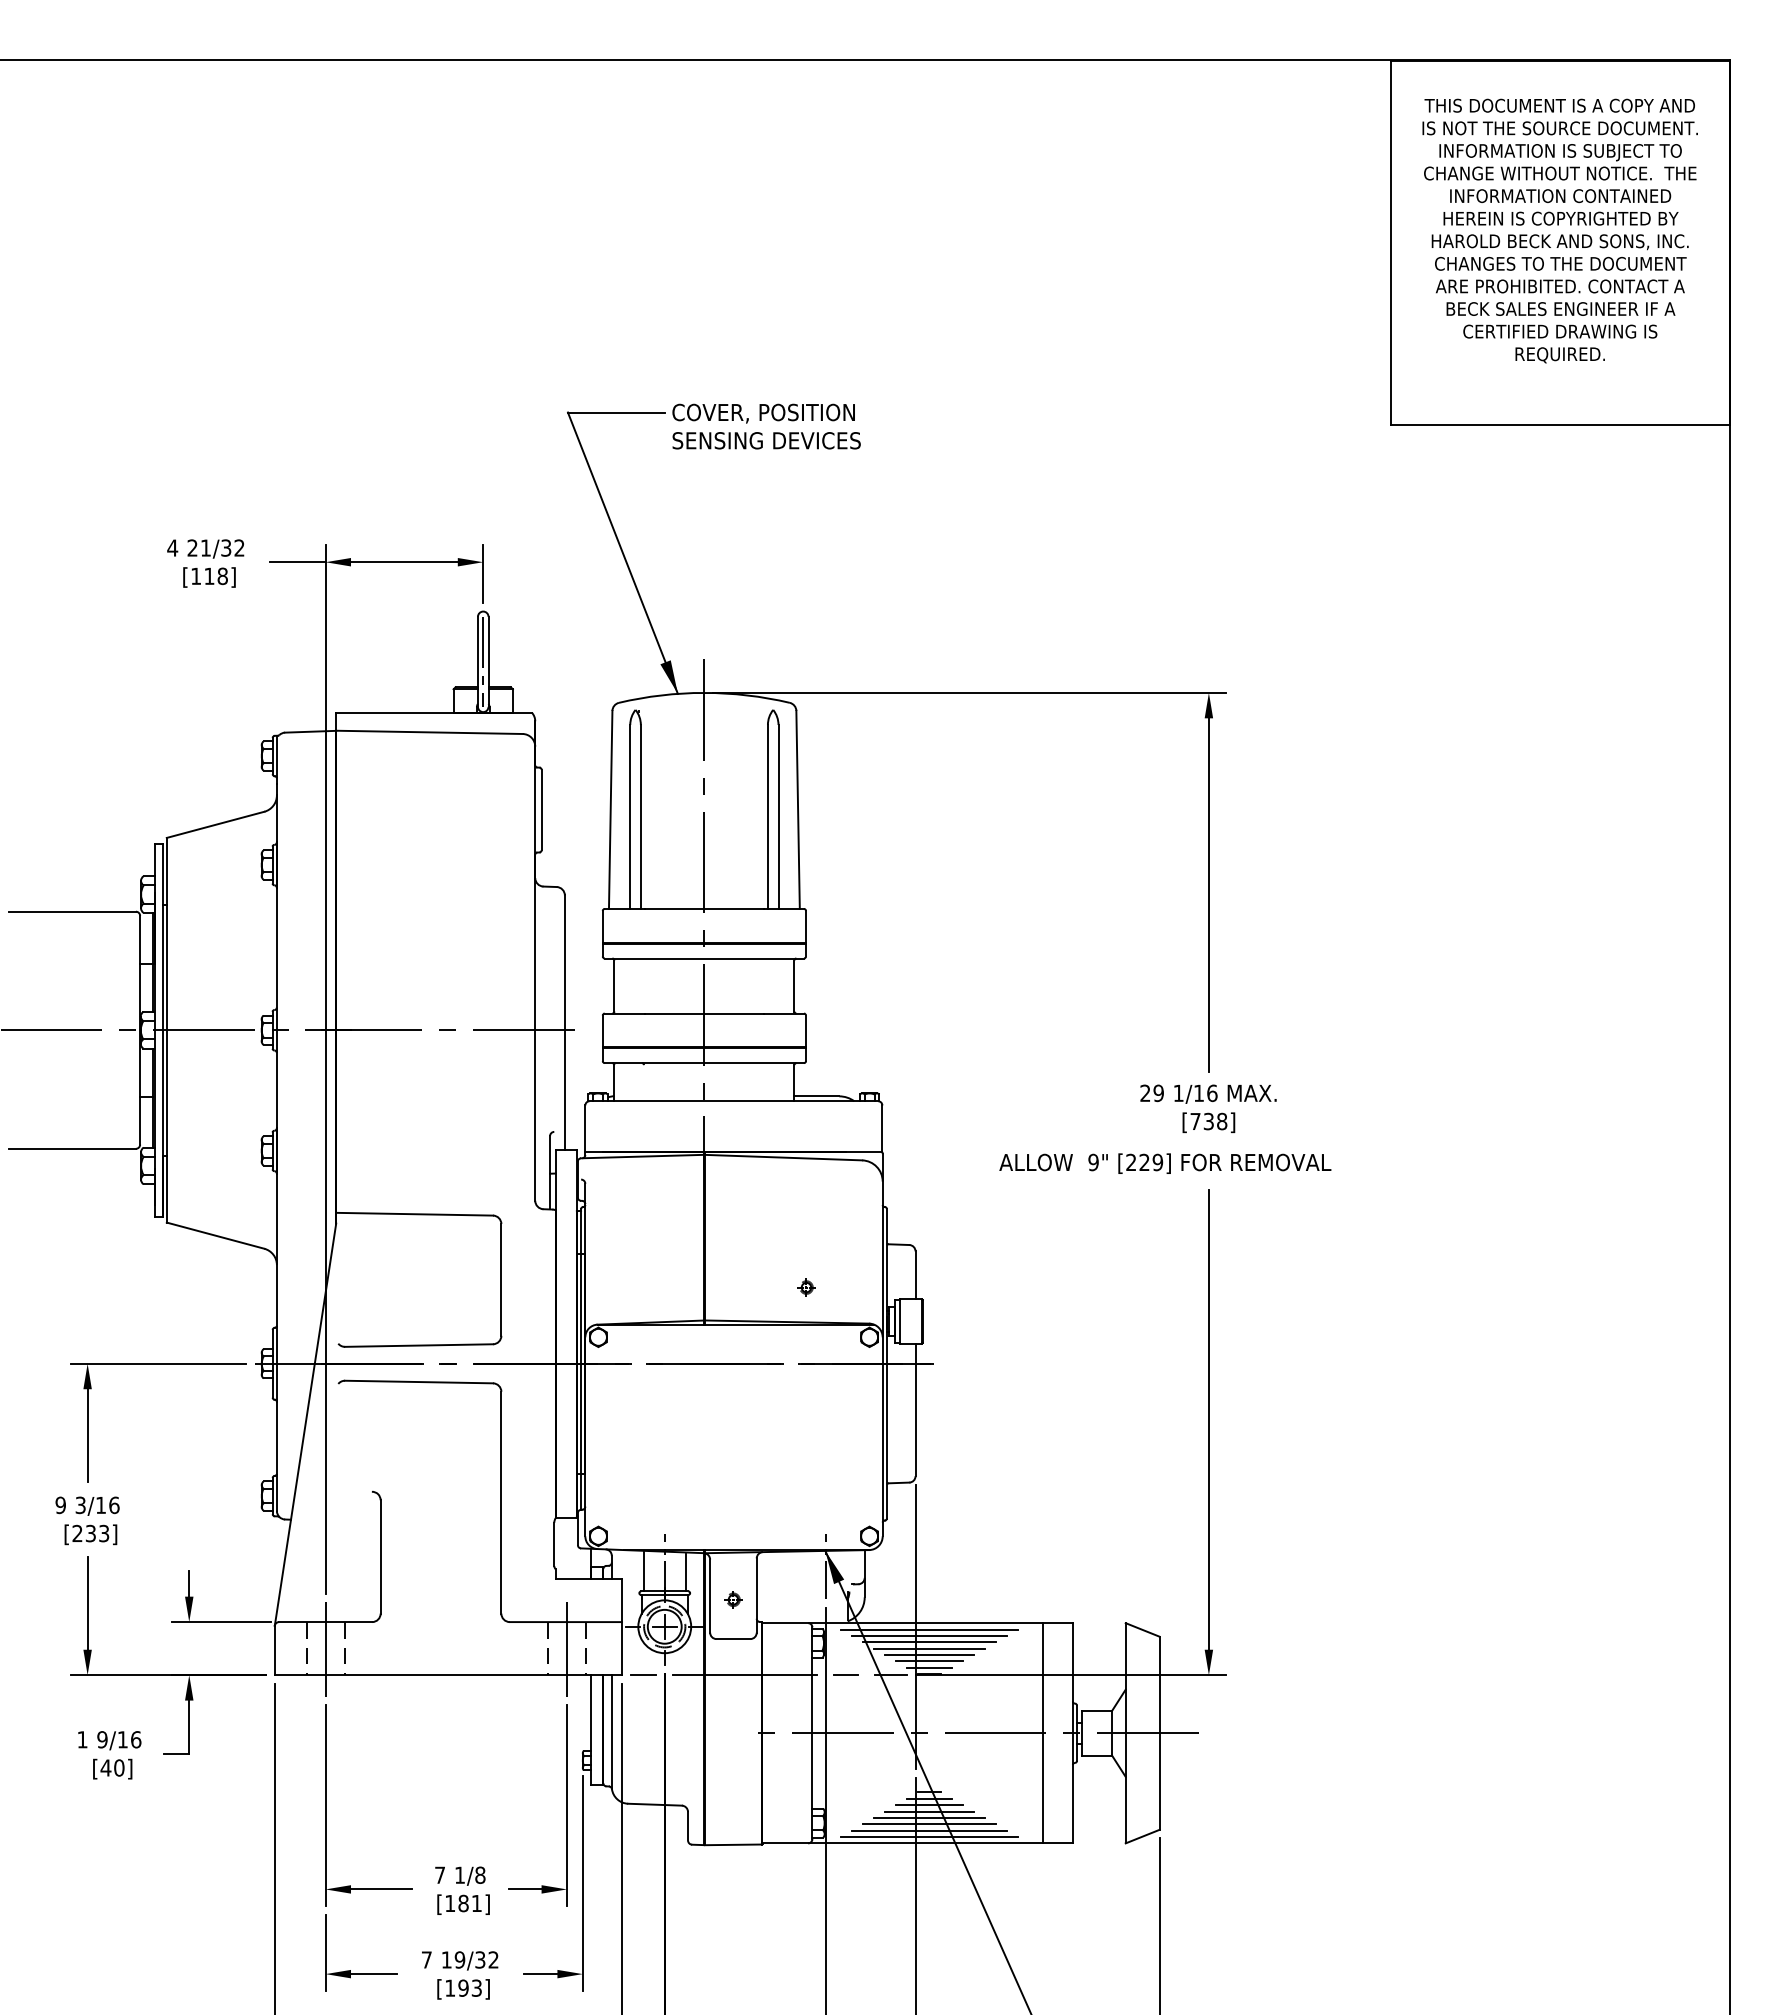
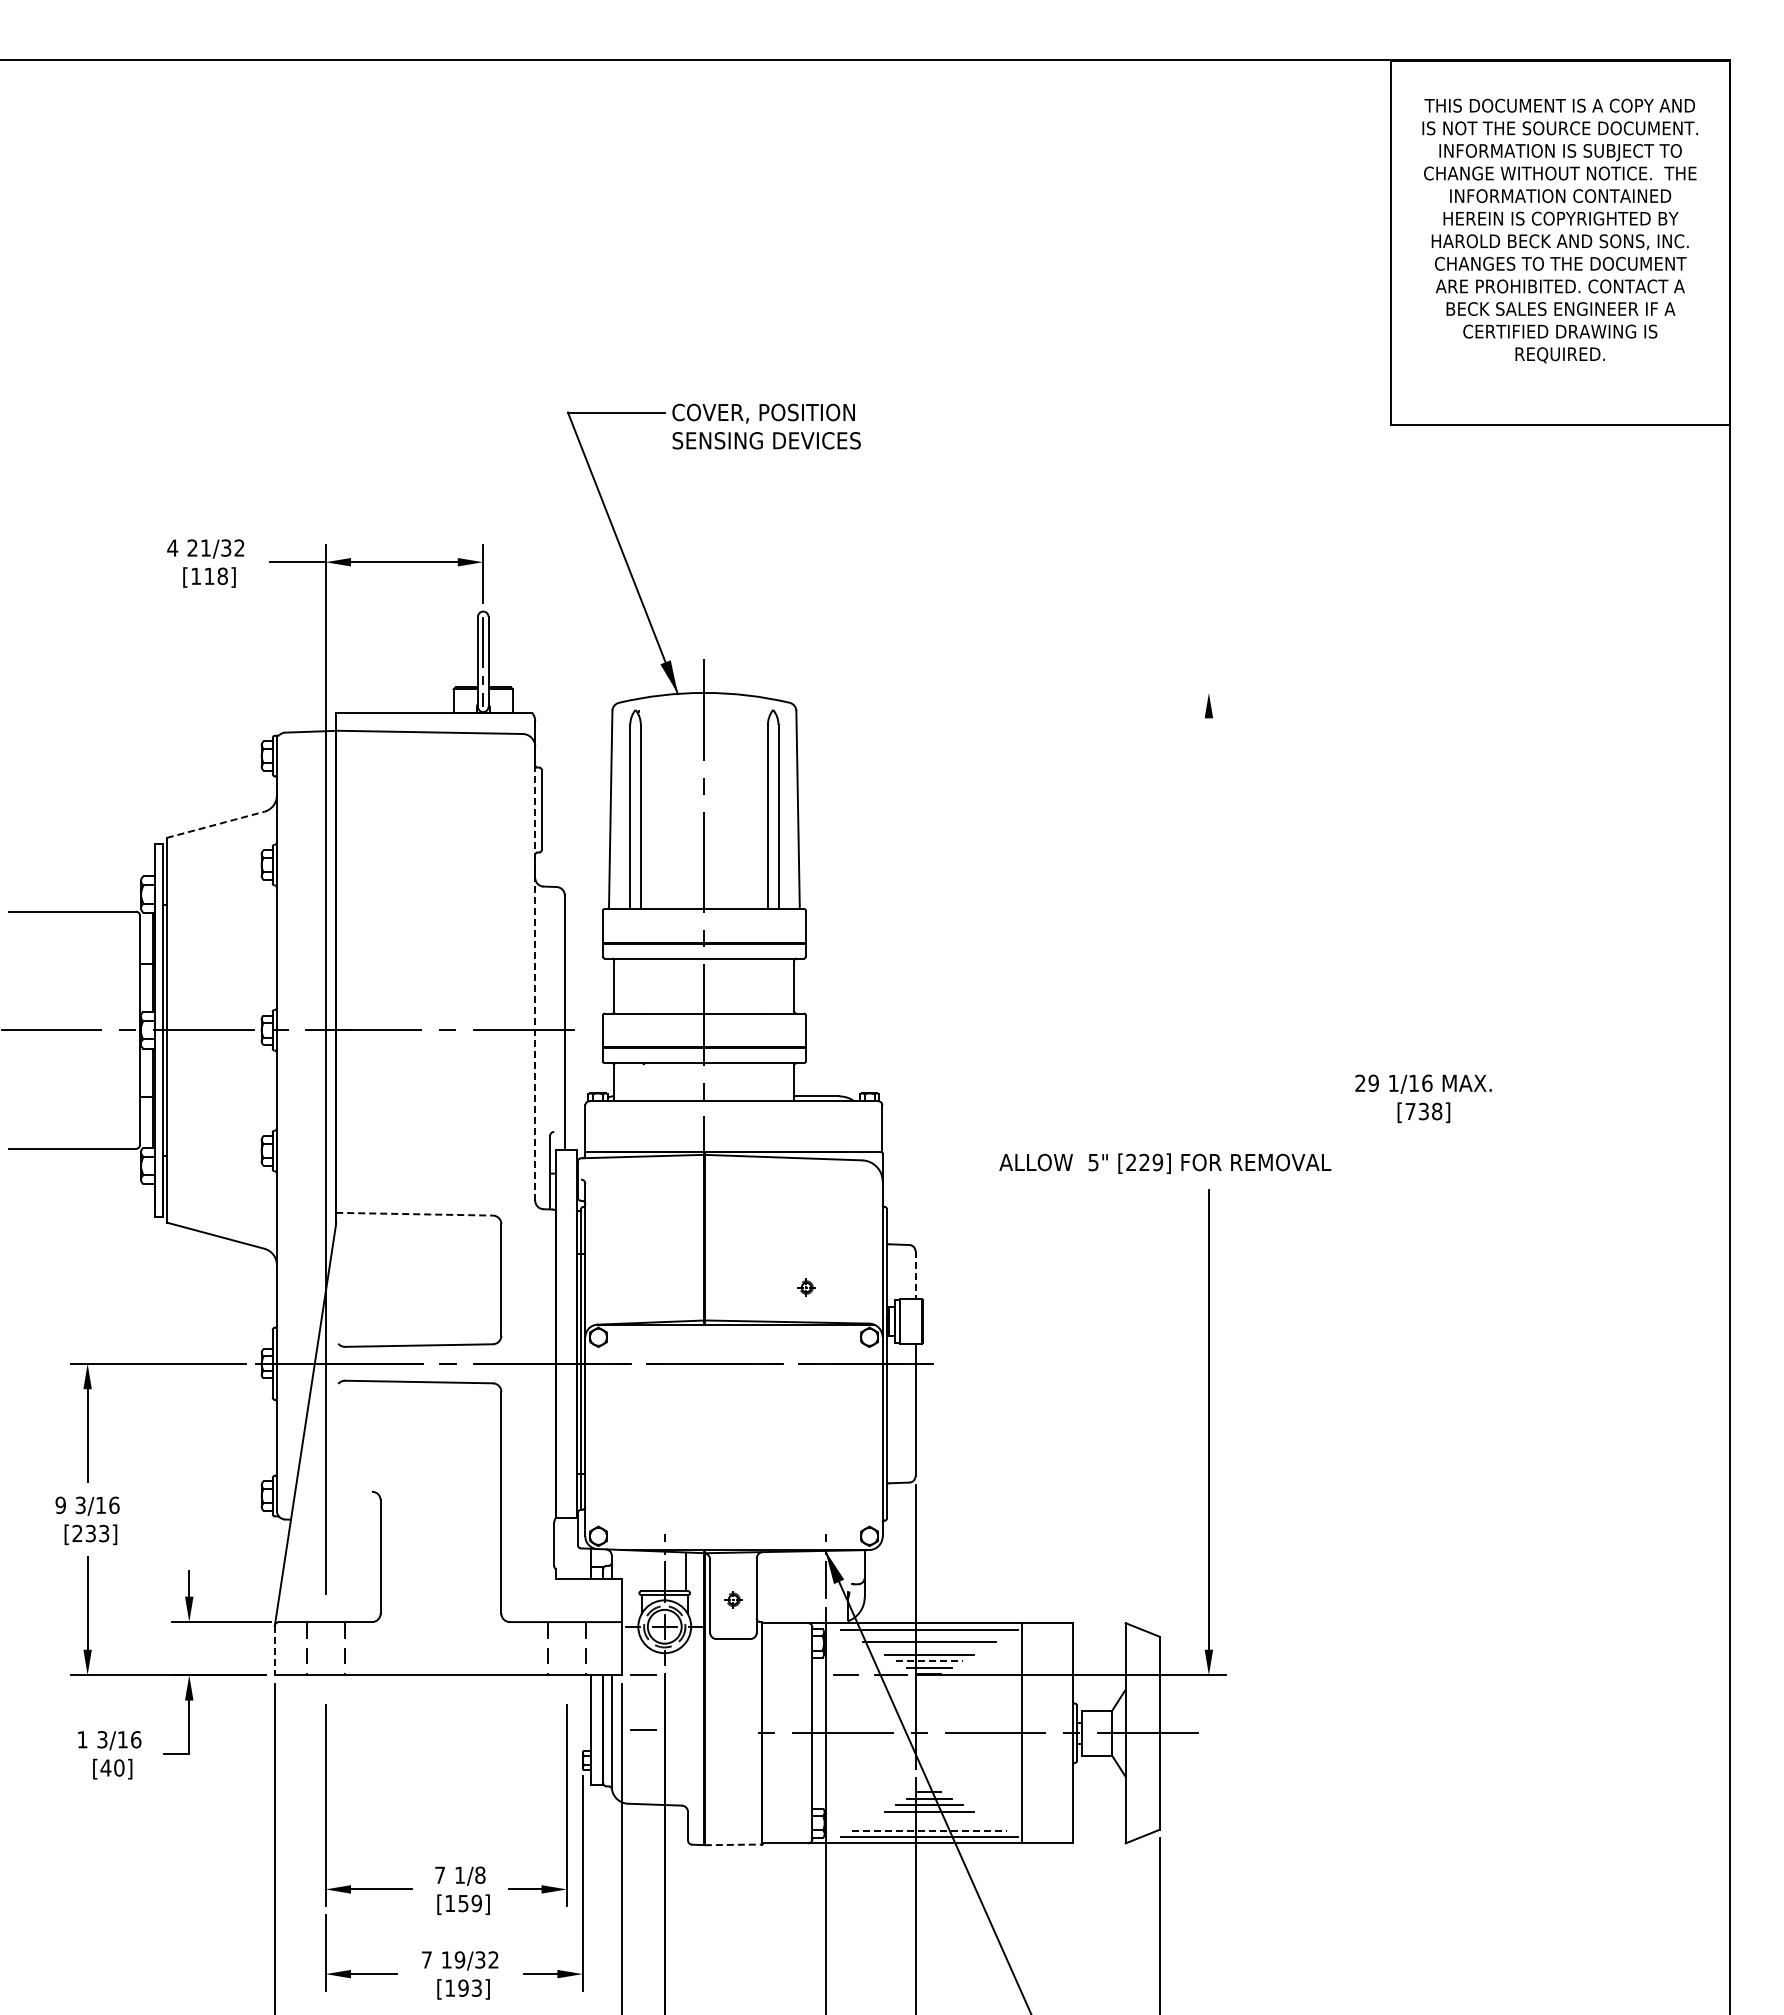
line at (968, 692): present -> none
line at (216, 824): solid -> dashed
line at (1208, 895): present -> none
line at (535, 961): solid -> dashed
text at (1208, 1108) position: (1208, 1108) -> (1423, 1098)
text at (1093, 1161): 9" -> 5"
line at (415, 1214): solid -> dashed
line at (915, 1275): solid -> dashed
line at (643, 1571): present -> none
line at (929, 1635): present -> none
line at (929, 1648): present -> none
line at (325, 1649): present -> none
line at (567, 1649): present -> none
line at (274, 1651): solid -> dashed
line at (930, 1661): solid -> dashed
line at (745, 1675): present -> none
line at (643, 1729): none -> present
line at (1043, 1733) position: (1043, 1733) -> (1022, 1733)
text at (102, 1739): 9/16 -> 3/16
line at (929, 1817): present -> none
line at (929, 1824): present -> none
line at (929, 1830): solid -> dashed
line at (733, 1844): solid -> dashed
text at (469, 1903): [181] -> [159]
